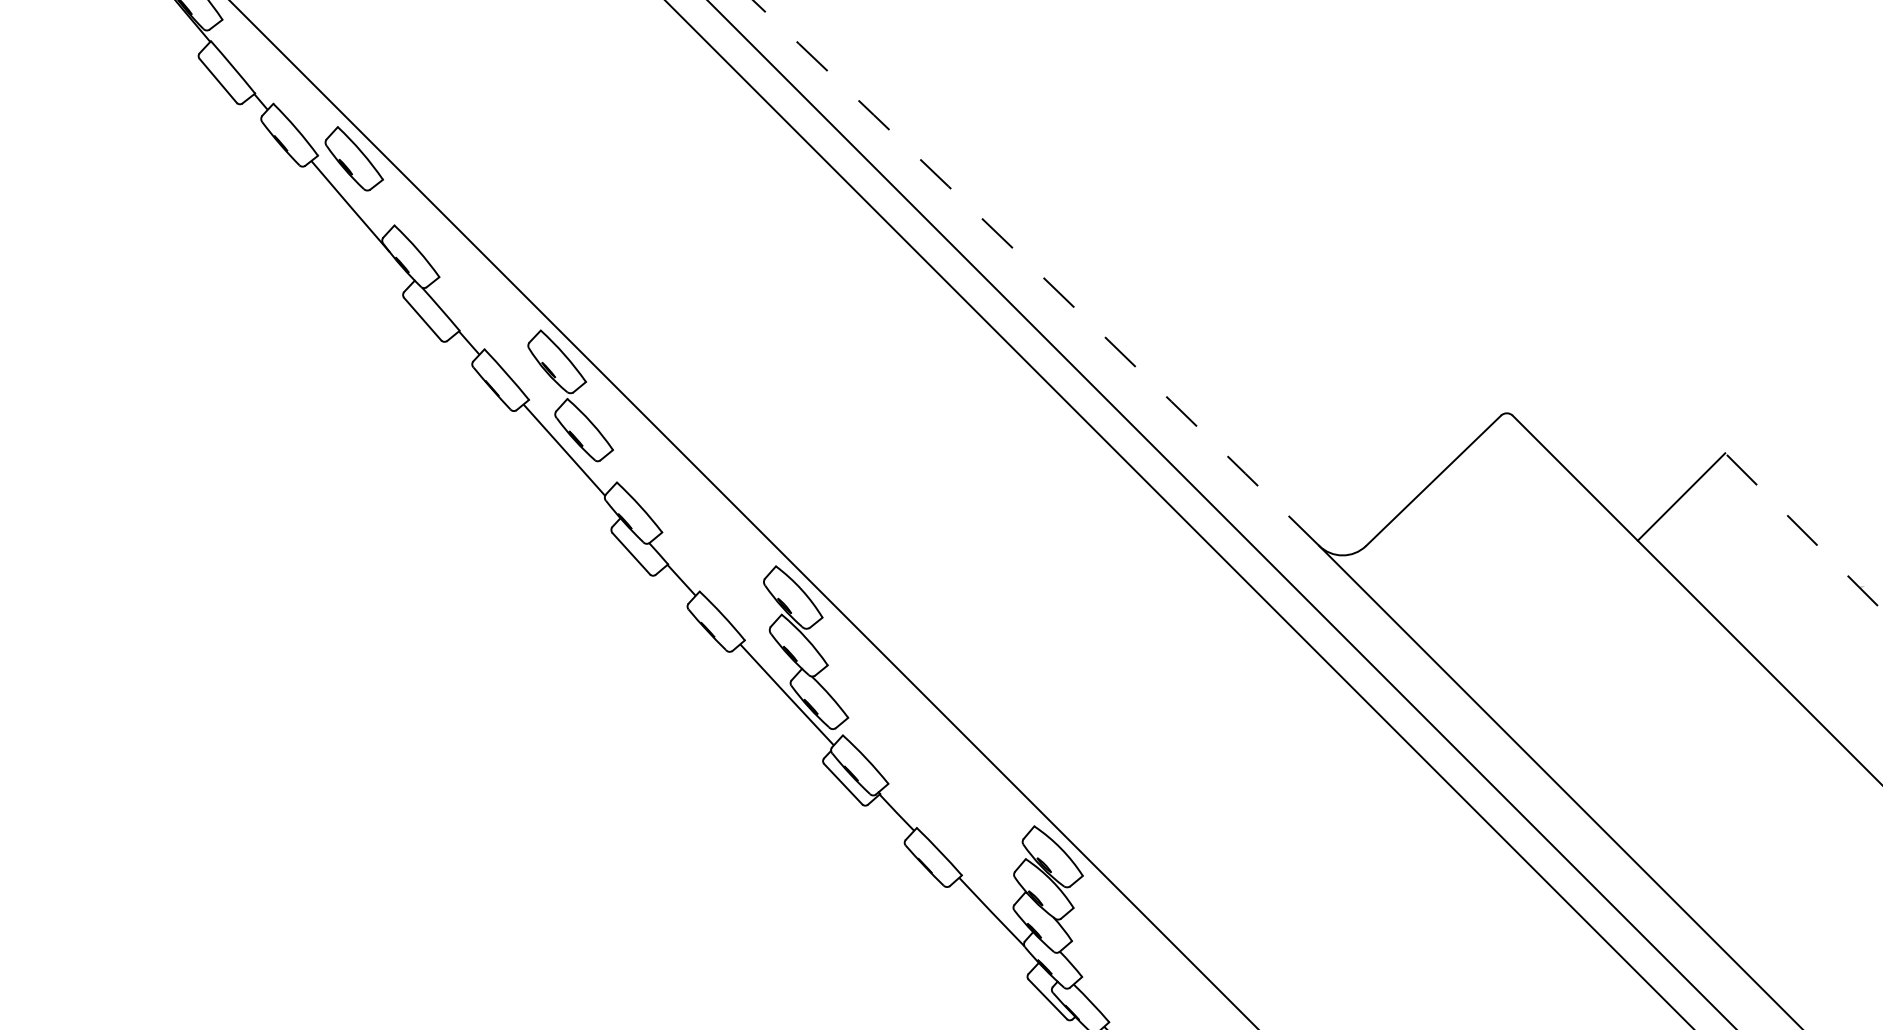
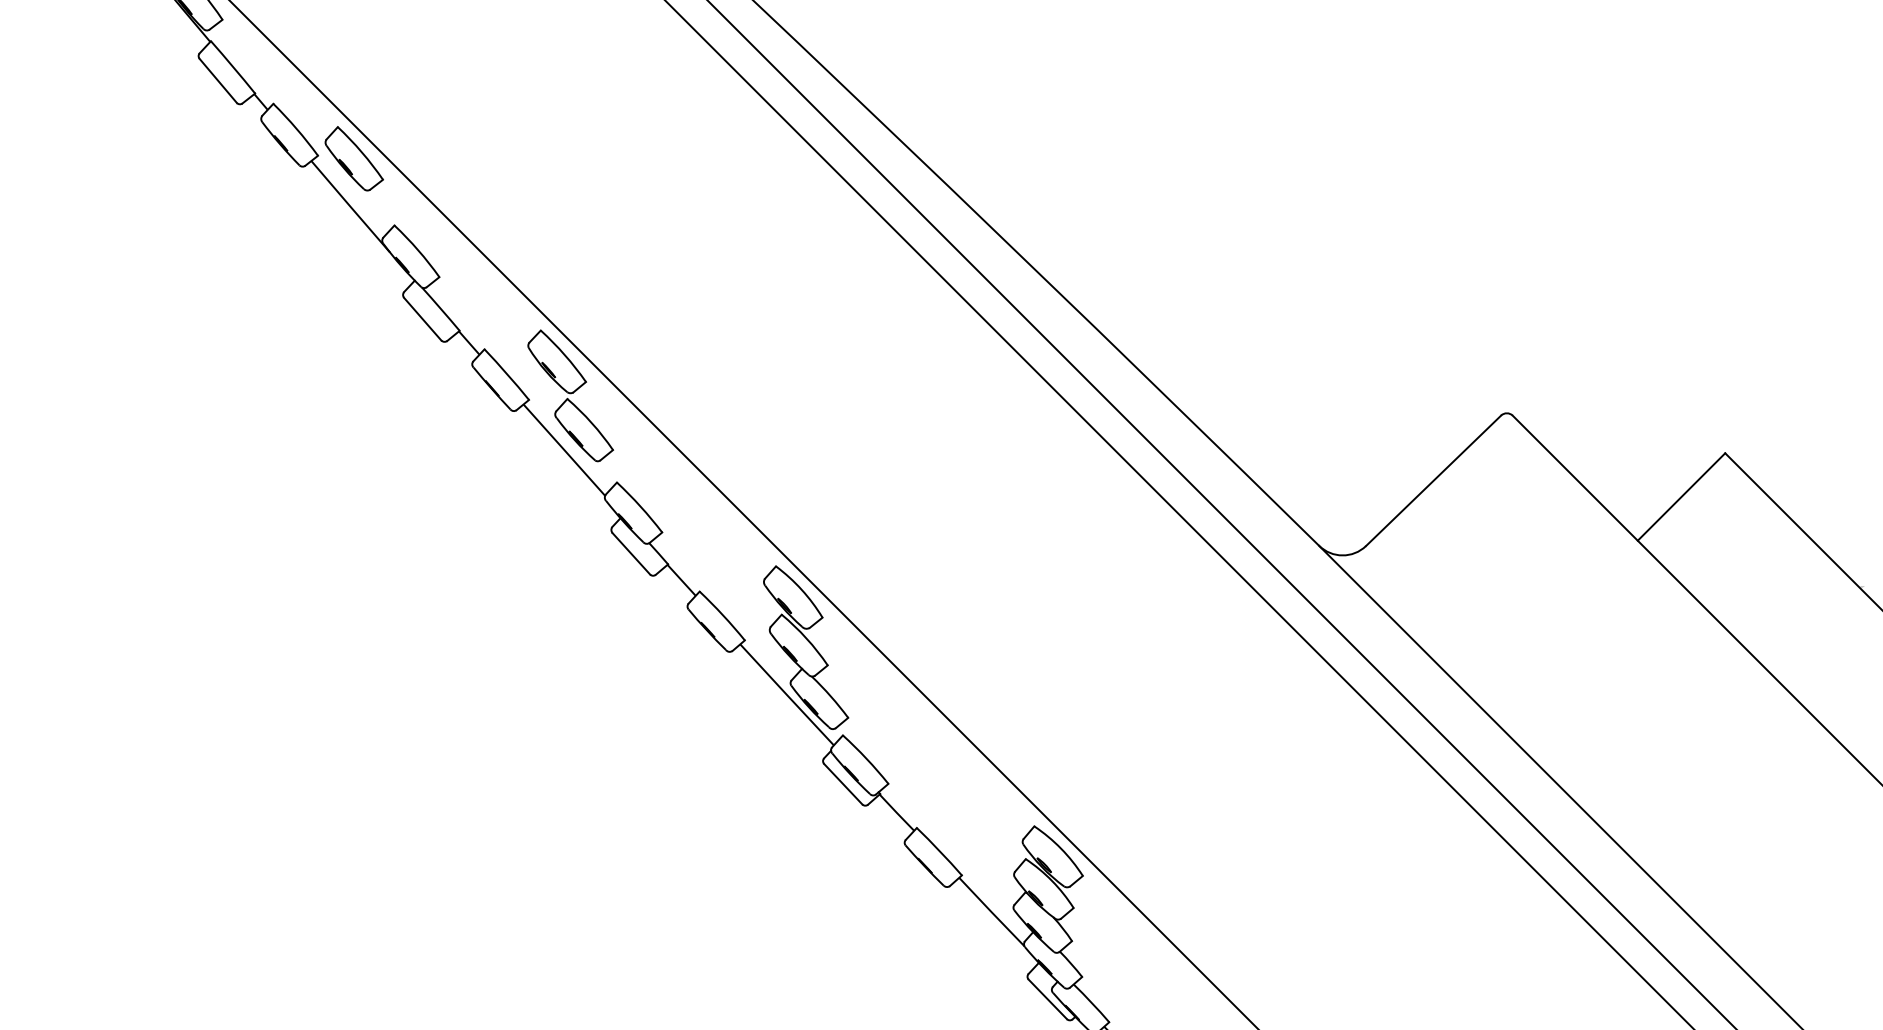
arc at (1036, 271): dashed -> solid
line at (1803, 531): dashed -> solid
